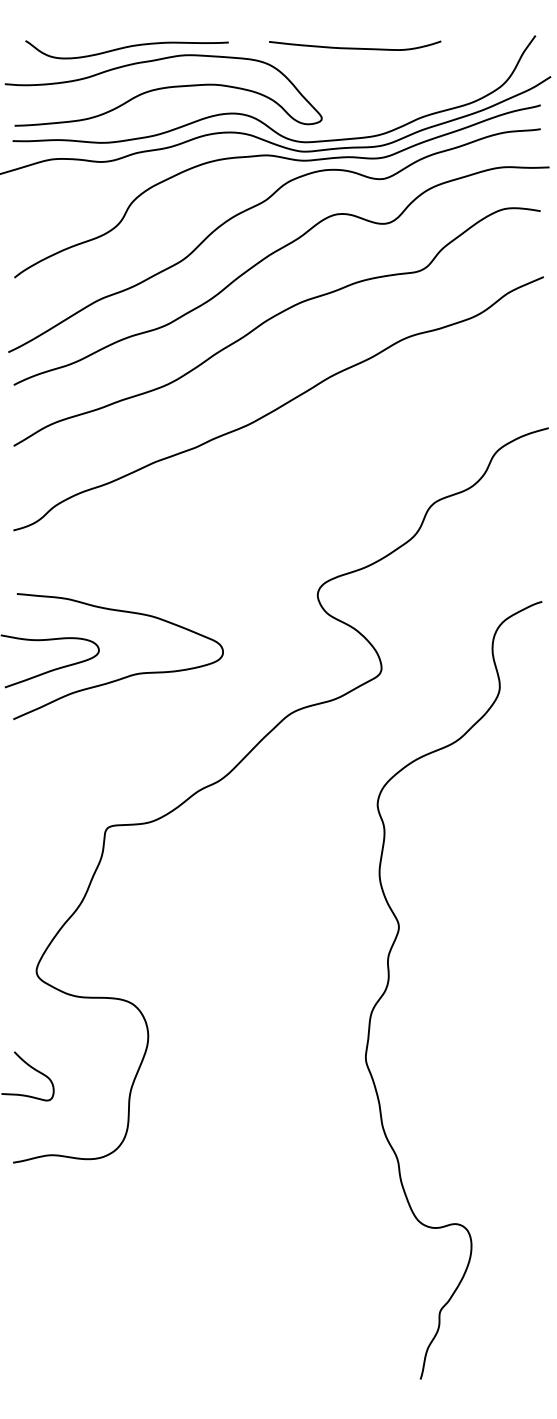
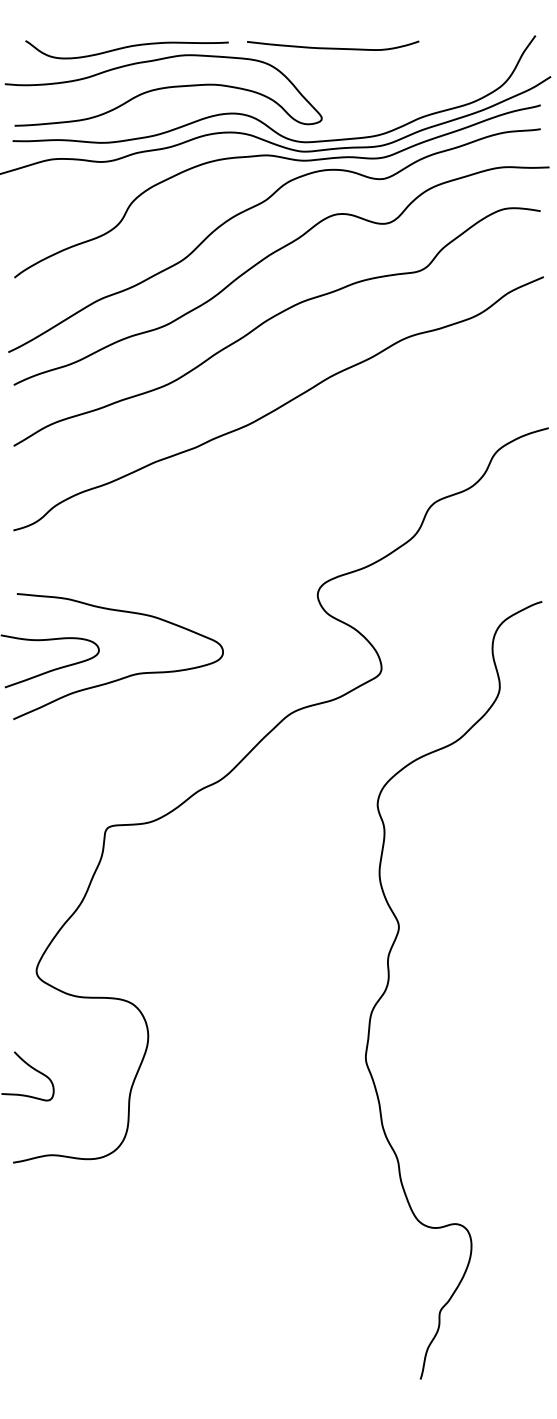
curve at (355, 47) position: (355, 47) -> (333, 47)
